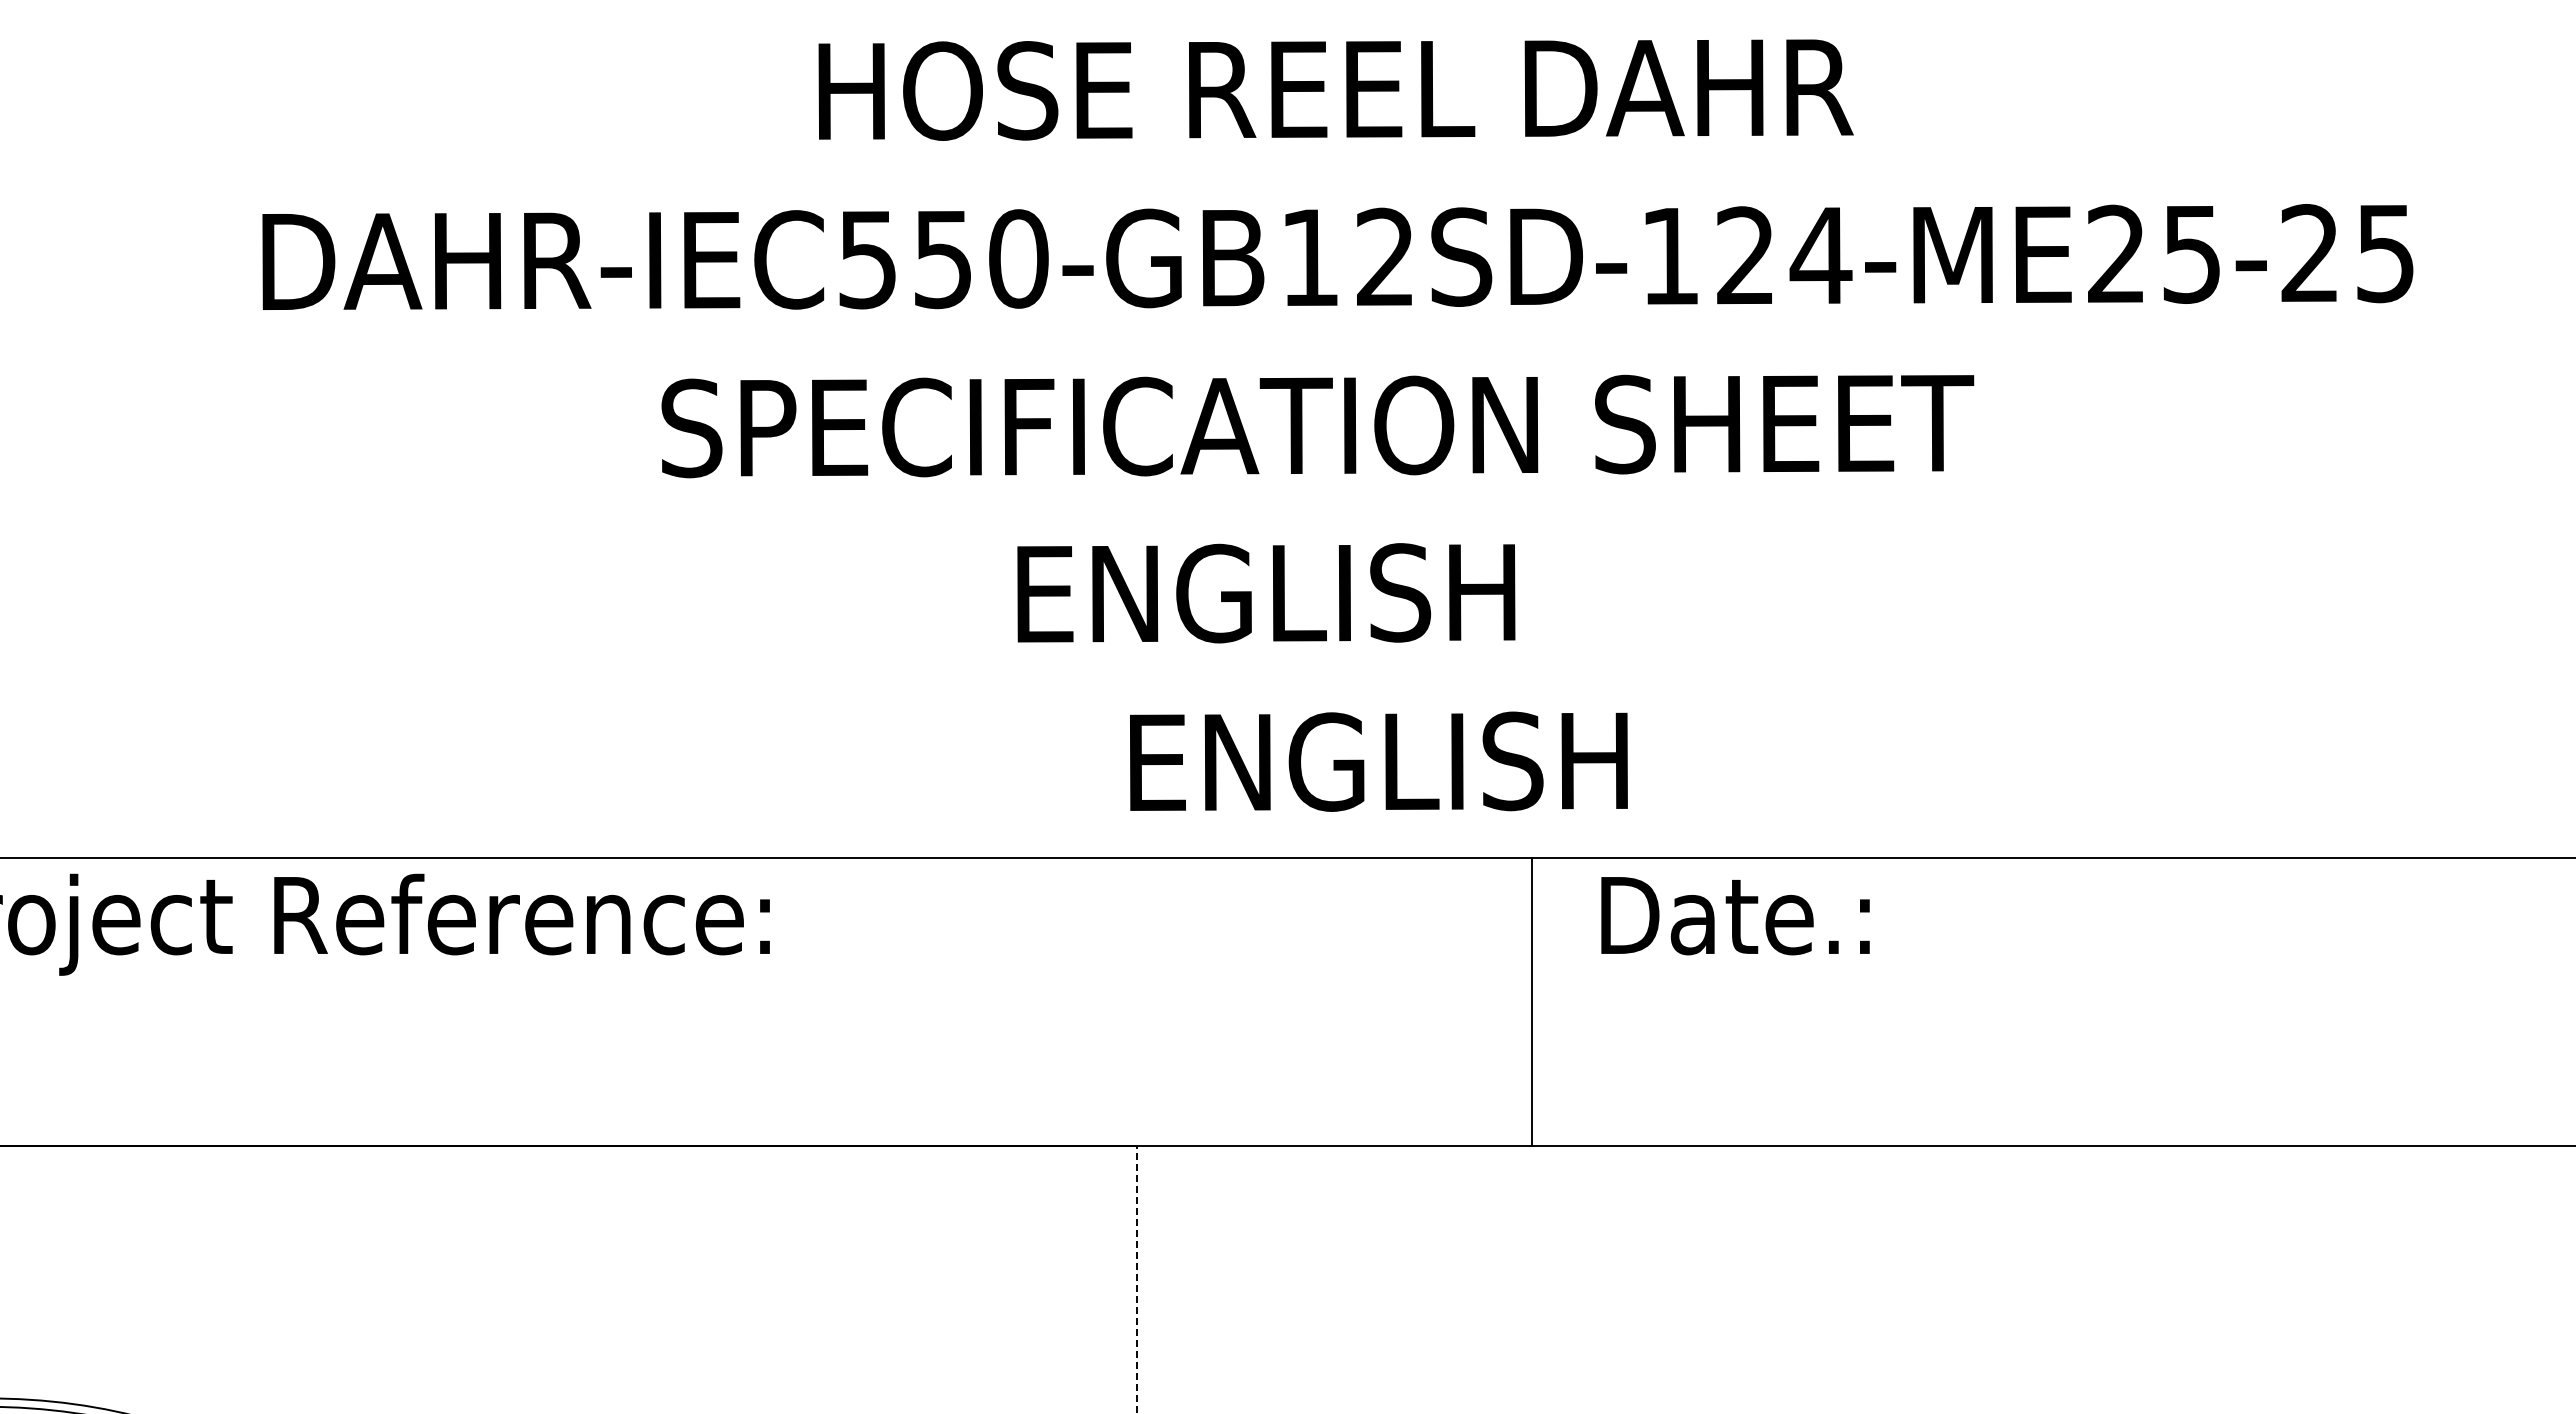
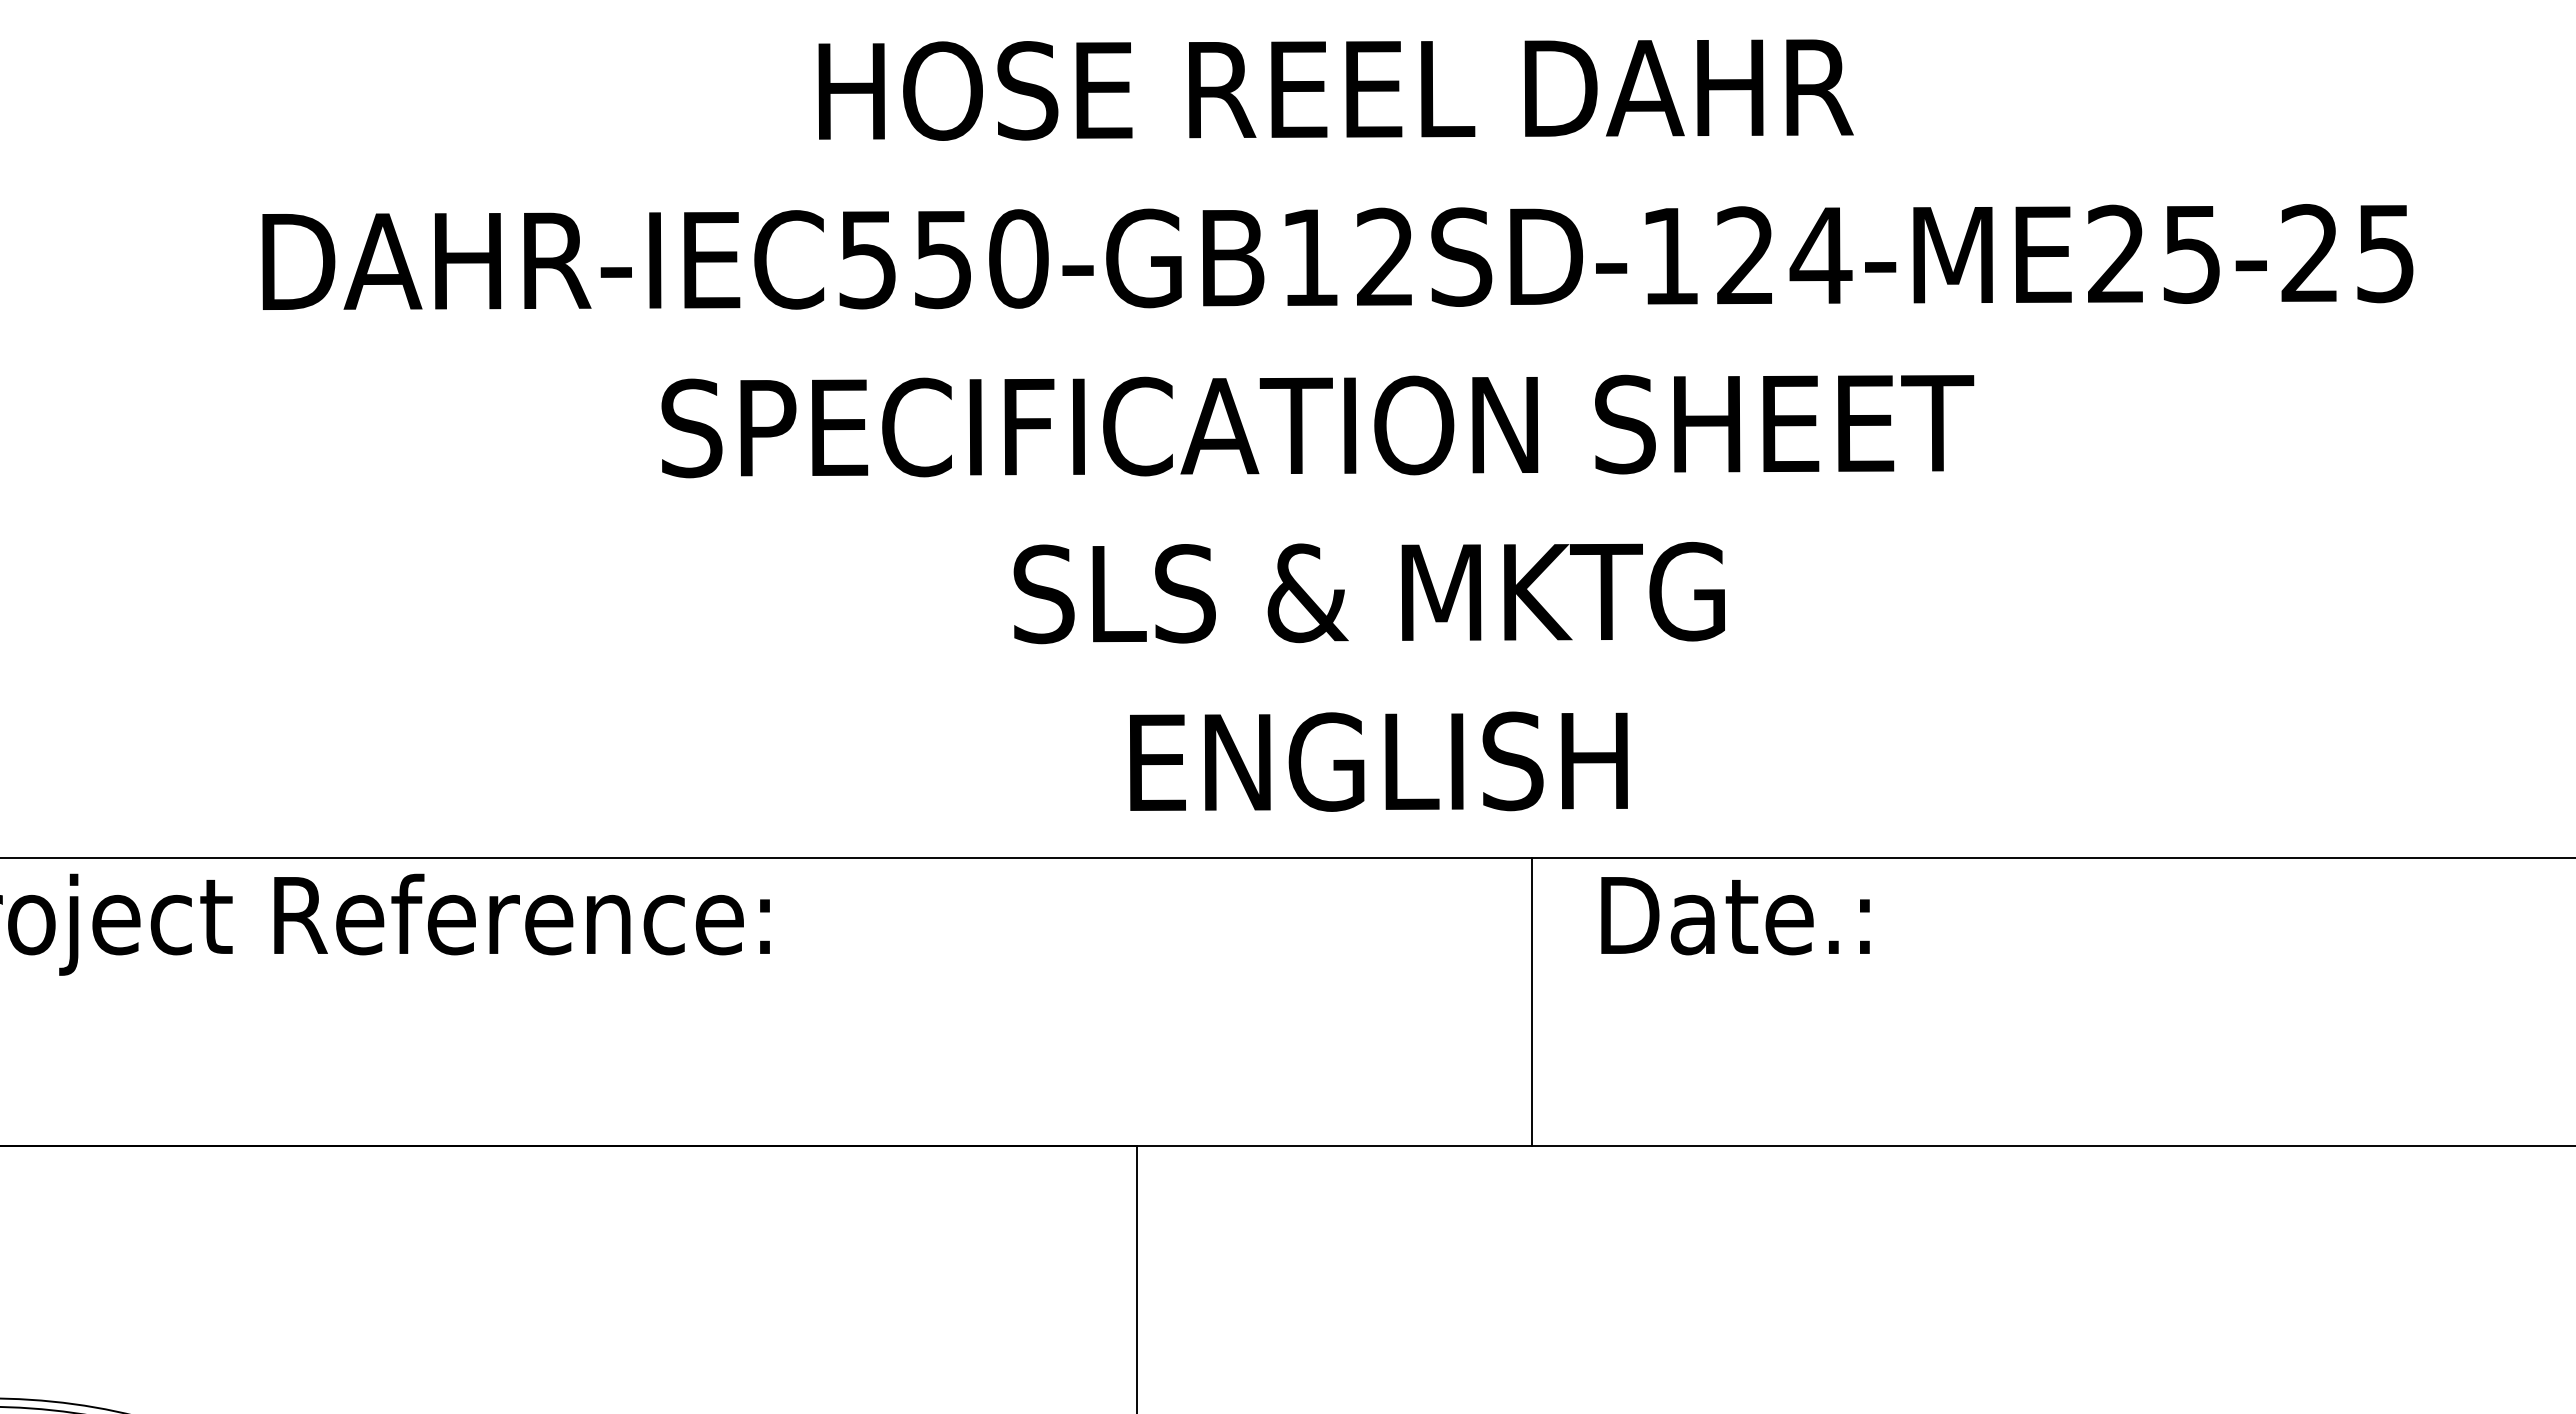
text at (1368, 592): ENGLISH -> SLS & MKTG
line at (1136, 1280): dashed -> solid
